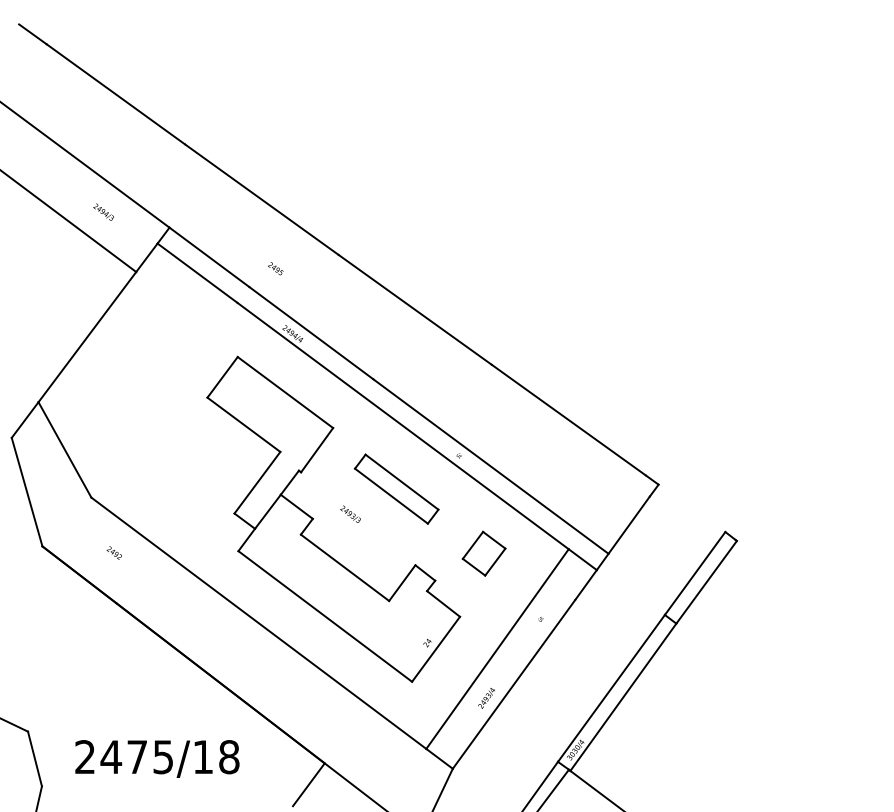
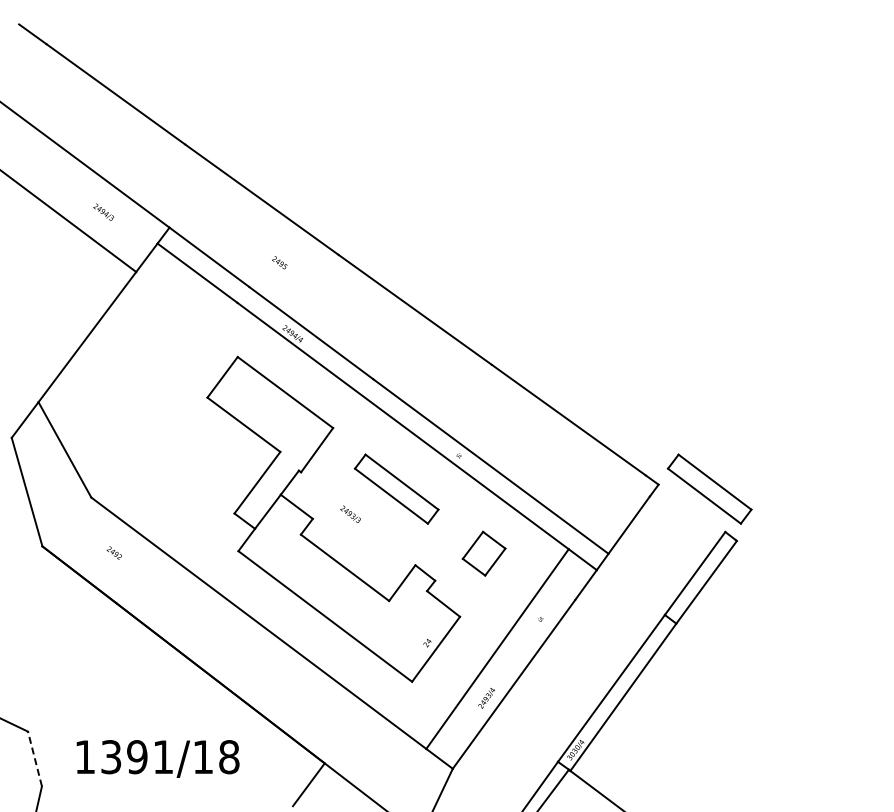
text at (275, 268) position: (275, 268) -> (279, 262)
part at (709, 488): none -> present
text at (123, 757): 2475/18 -> 1391/18
line at (34, 758): solid -> dashed
